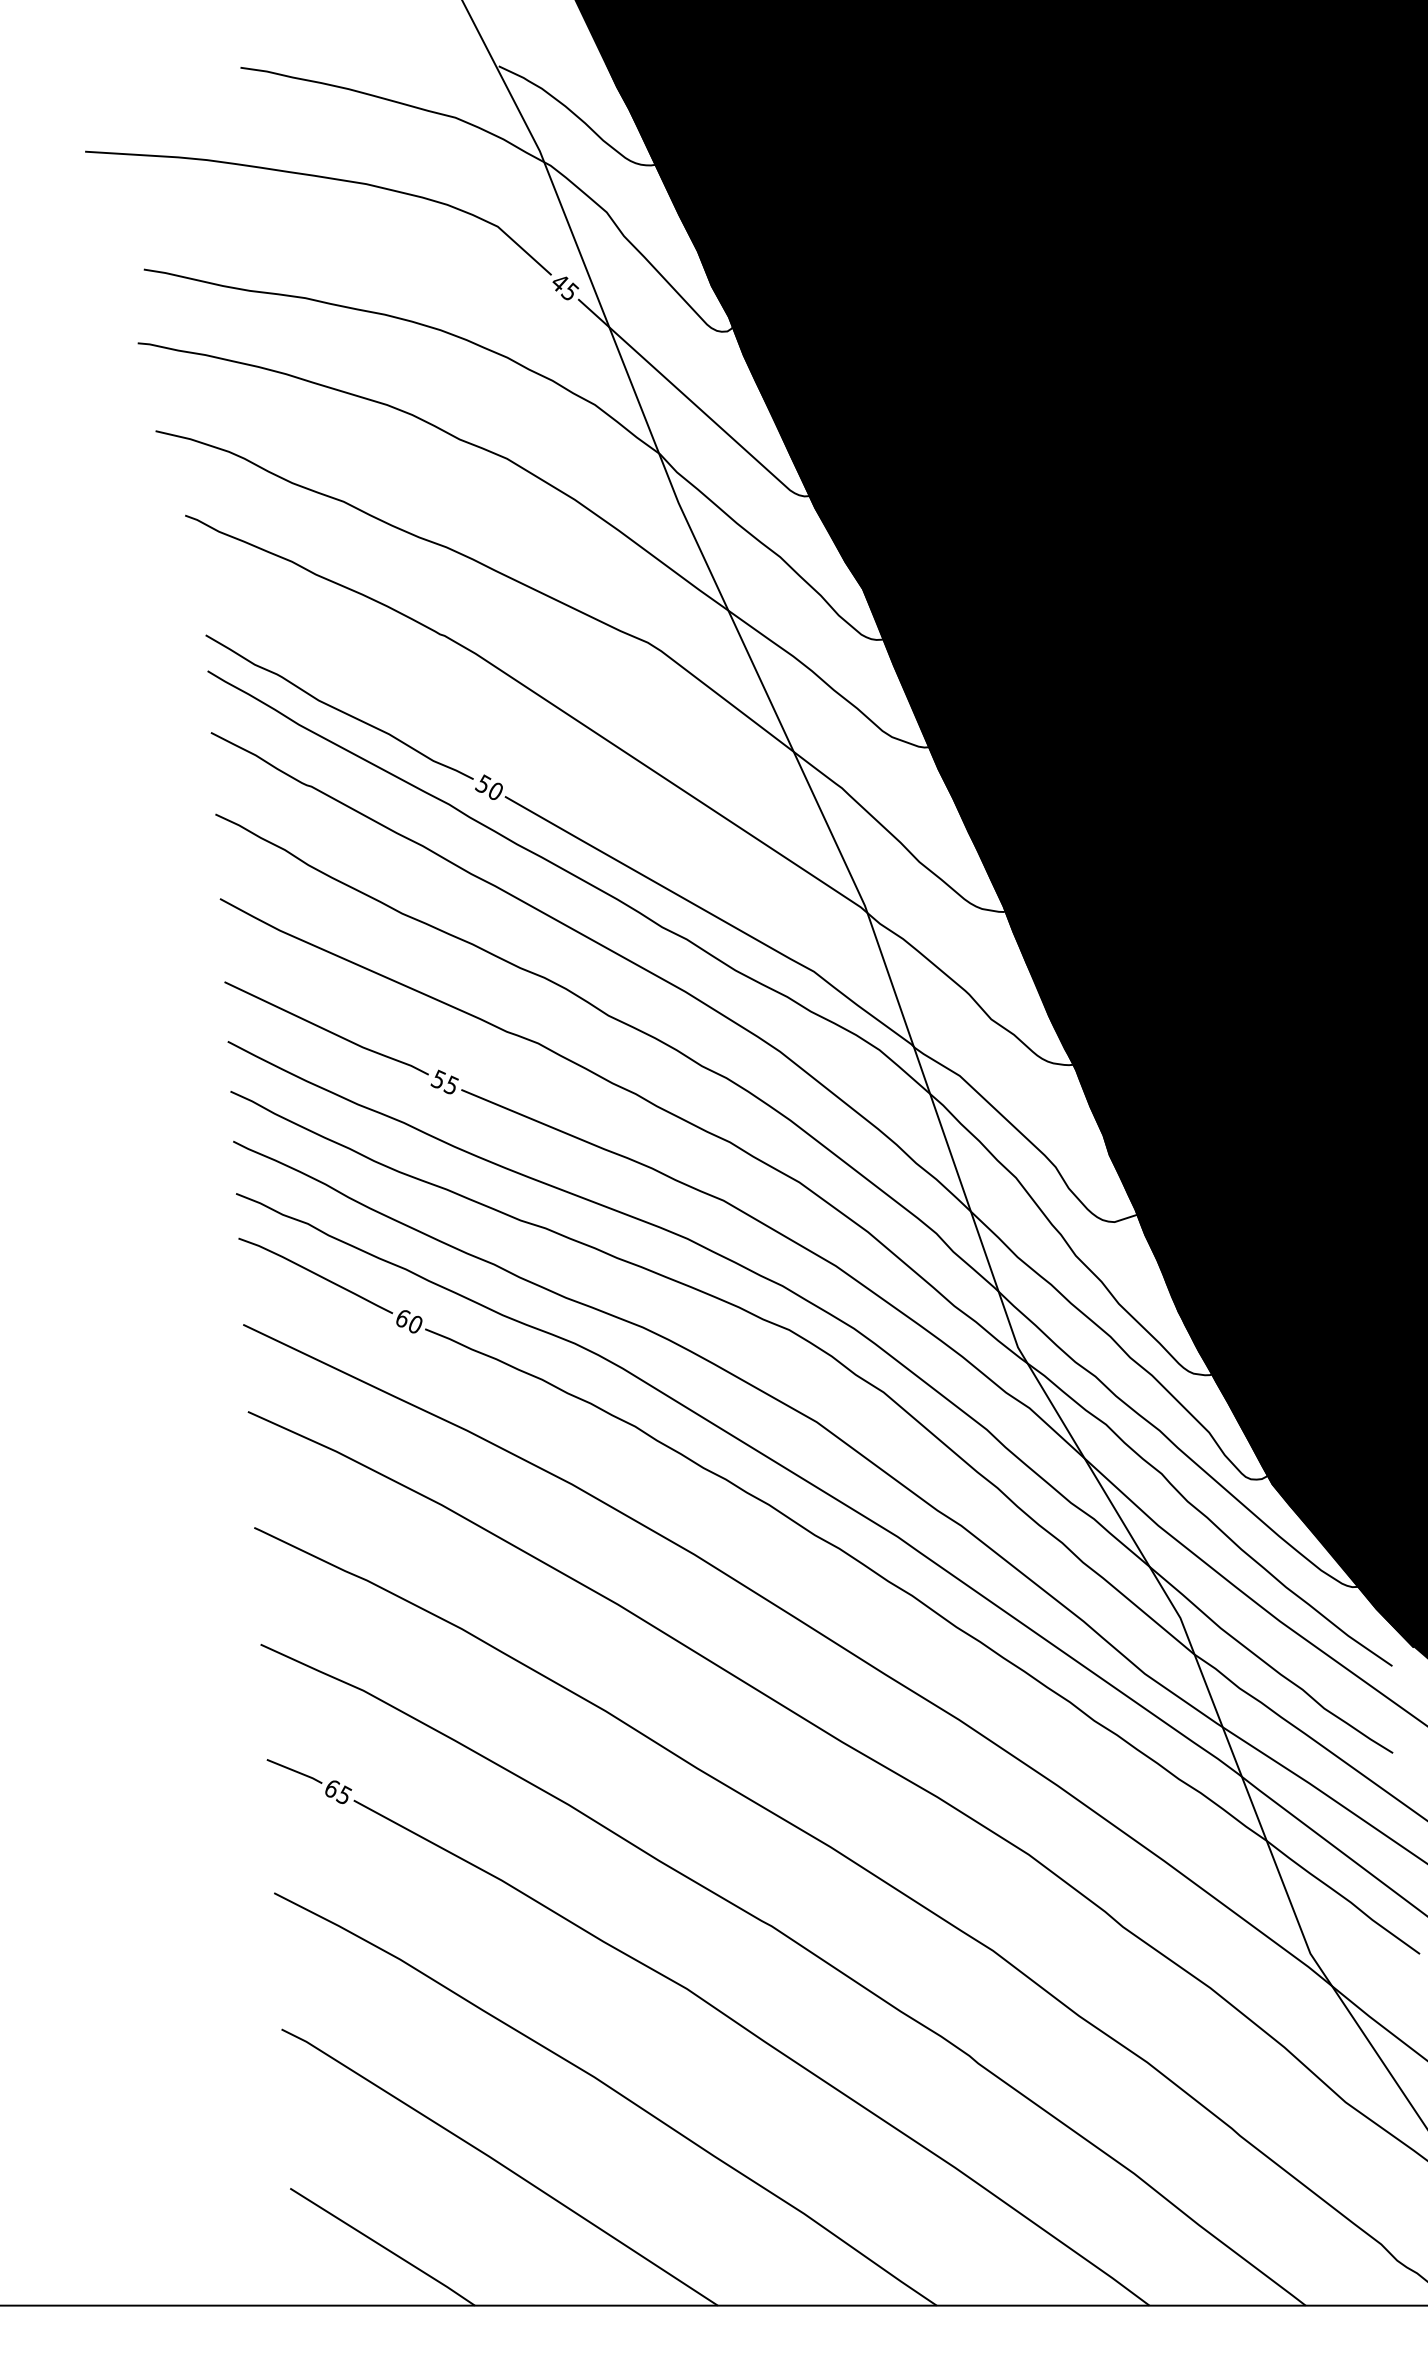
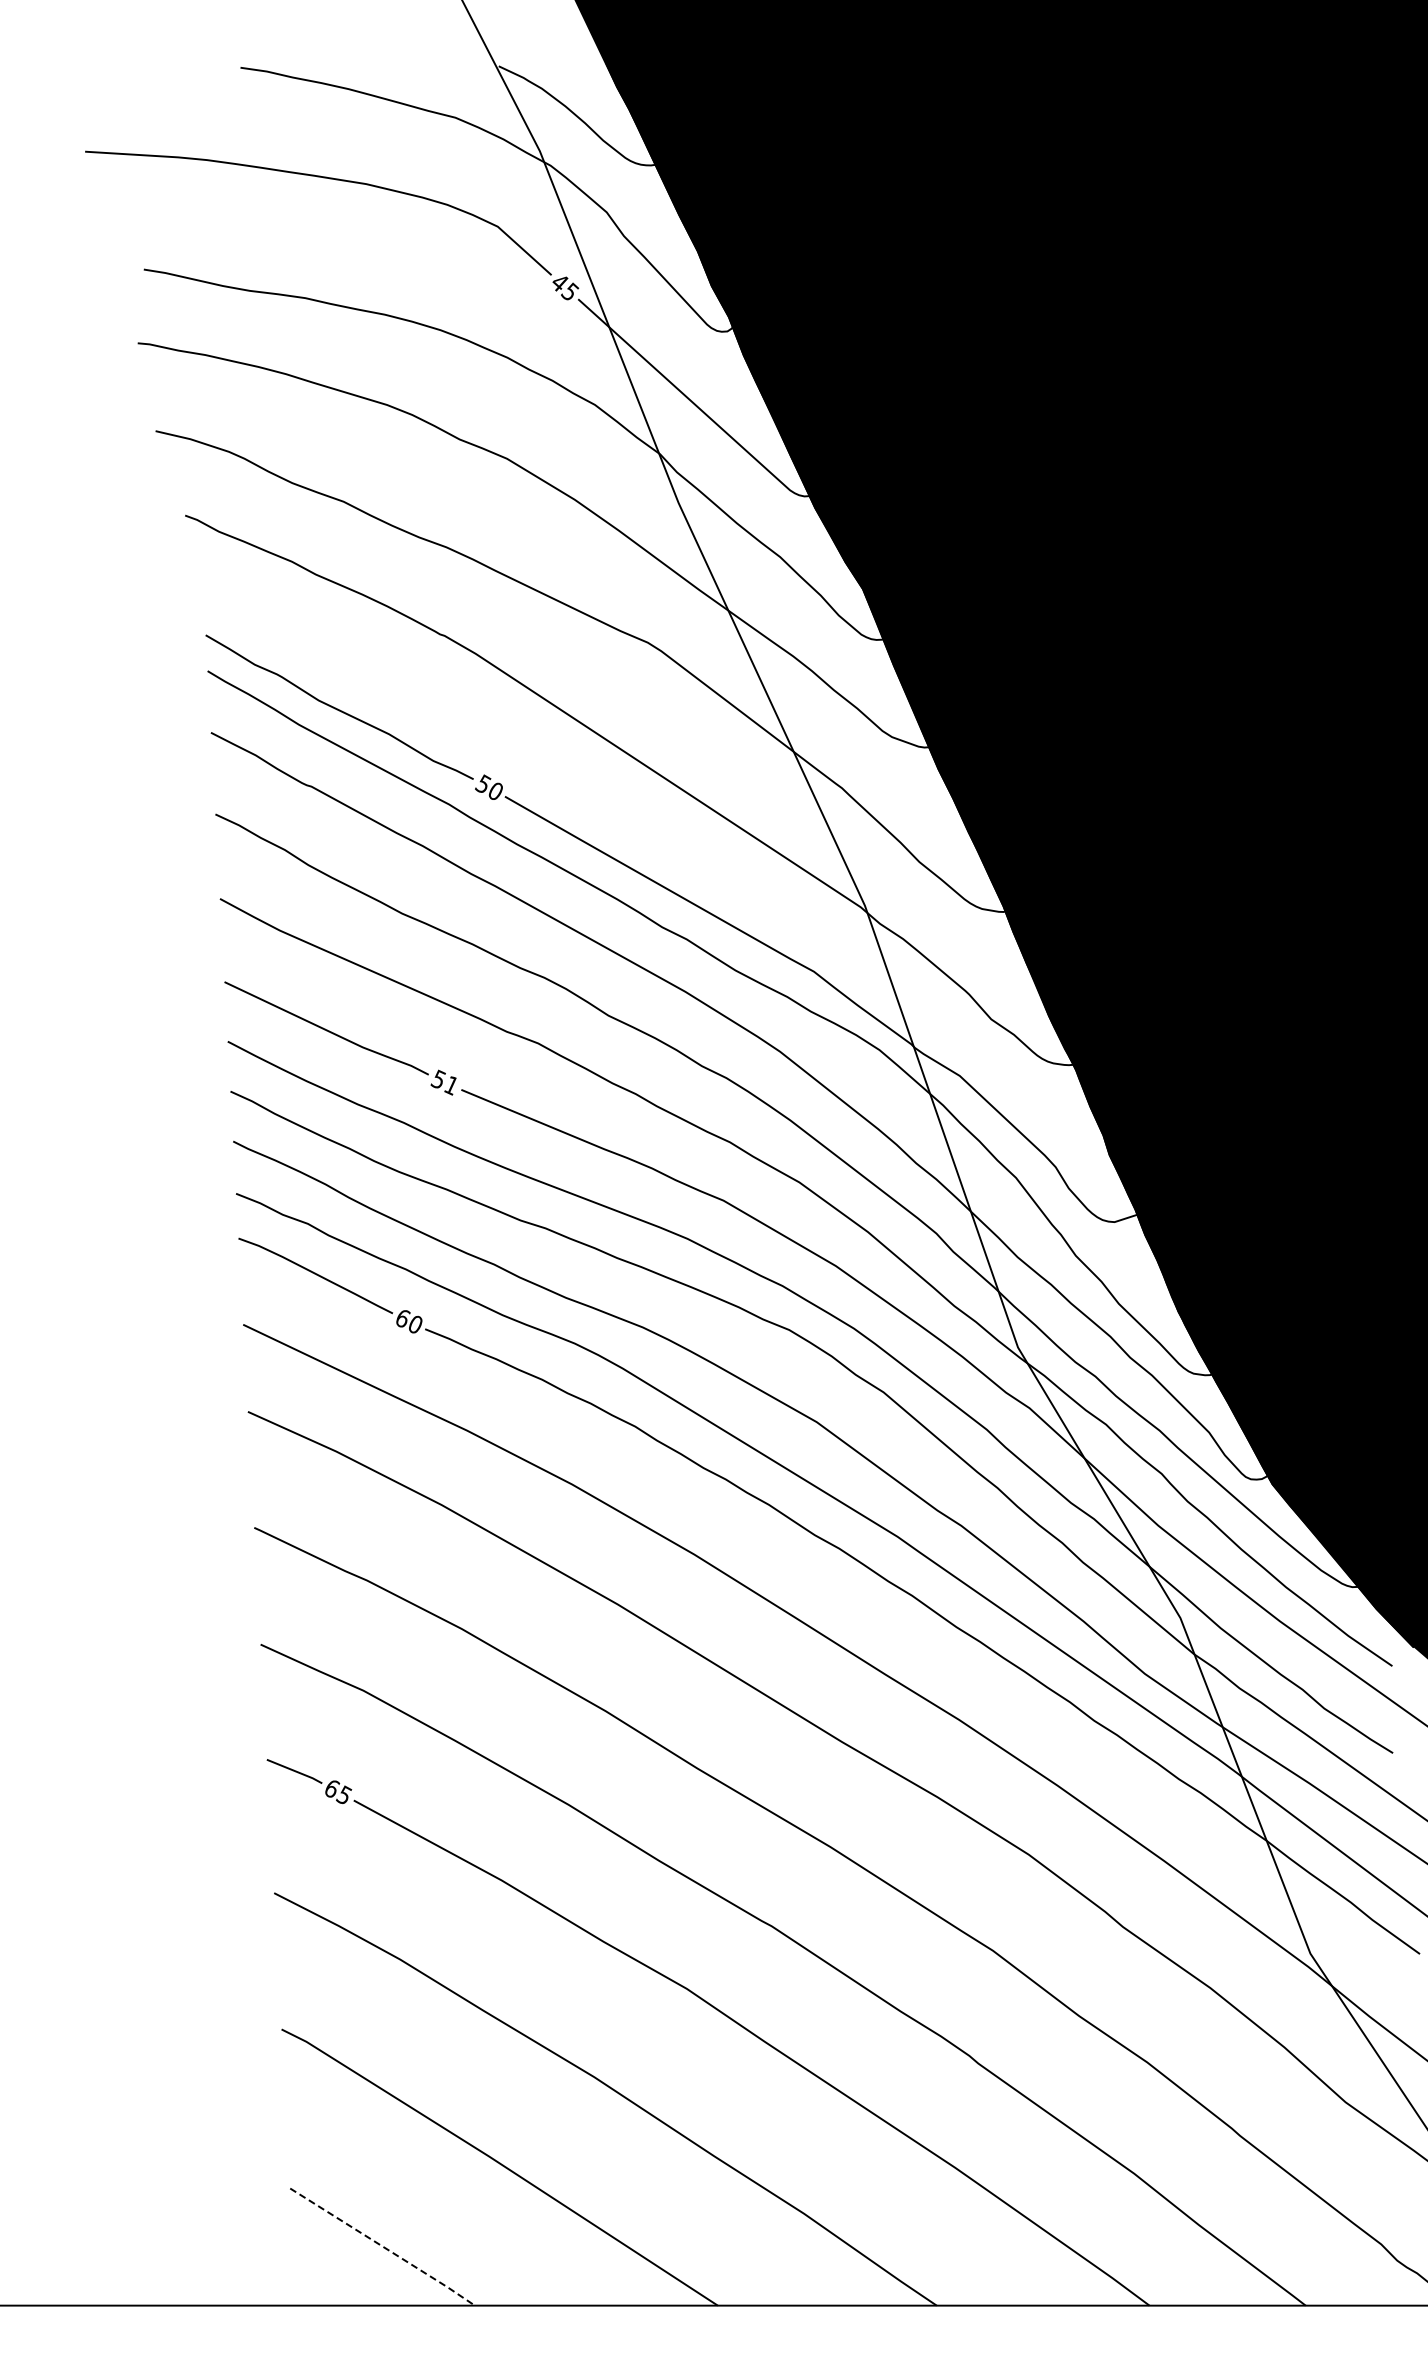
text at (450, 1085): 55 -> 51
line at (384, 2247): solid -> dashed
